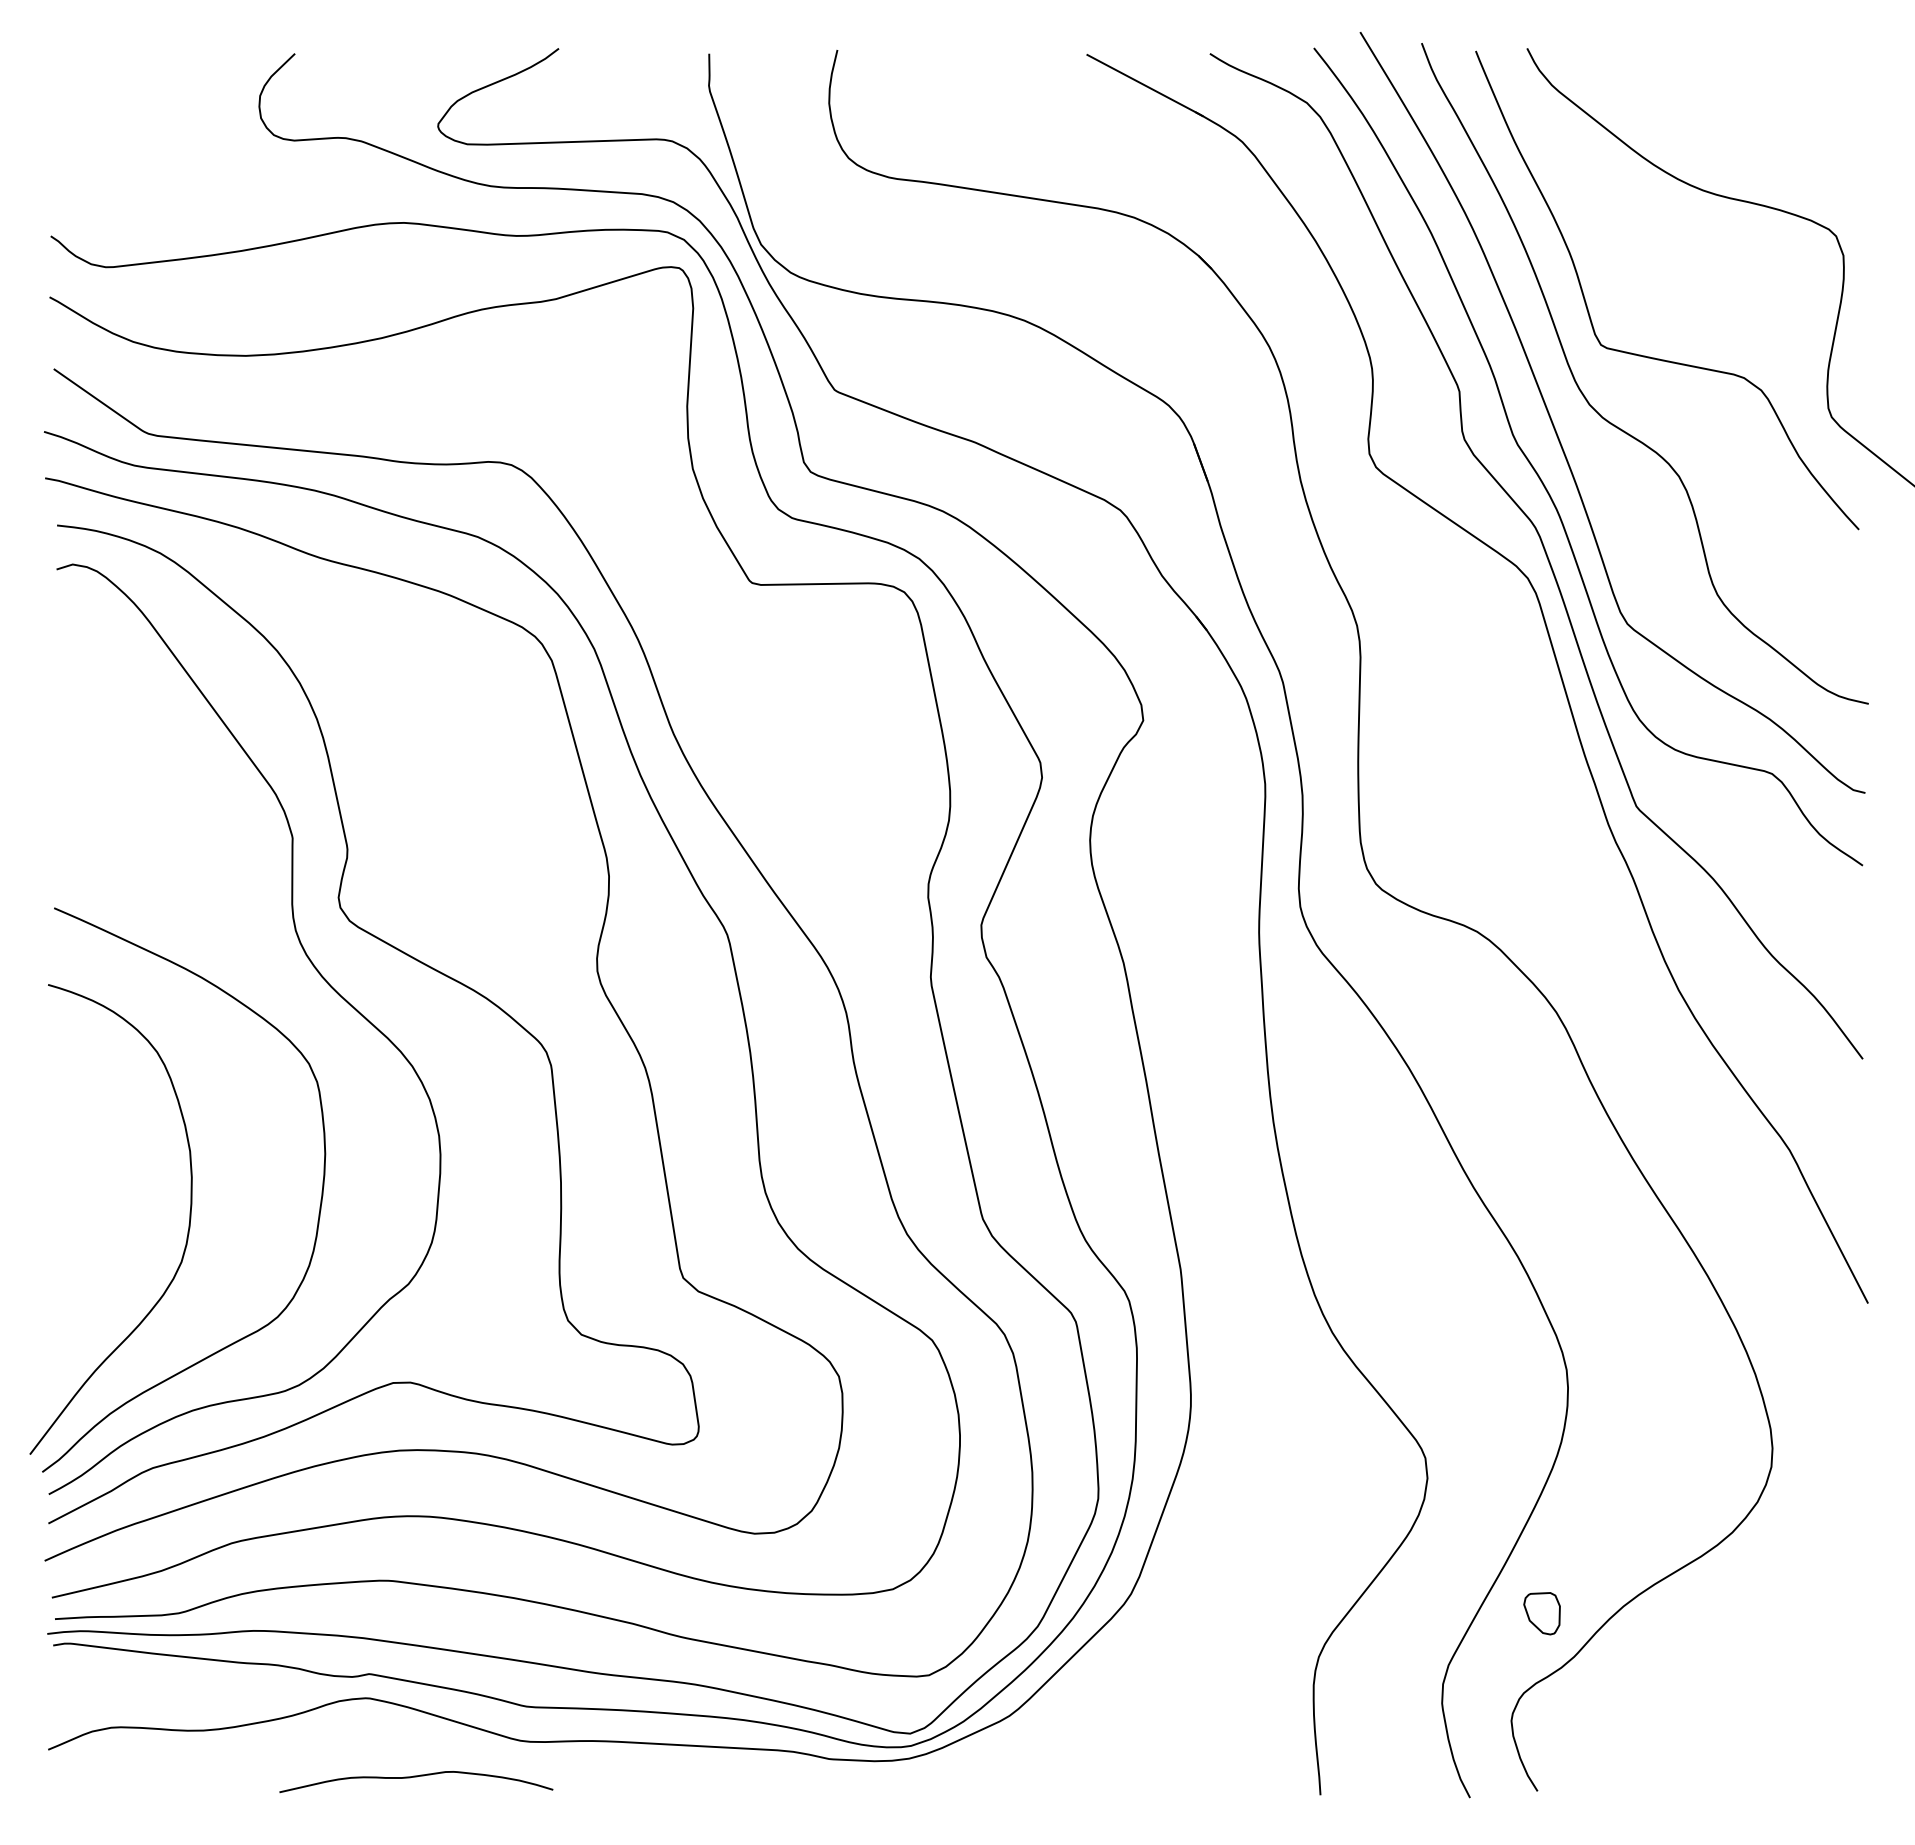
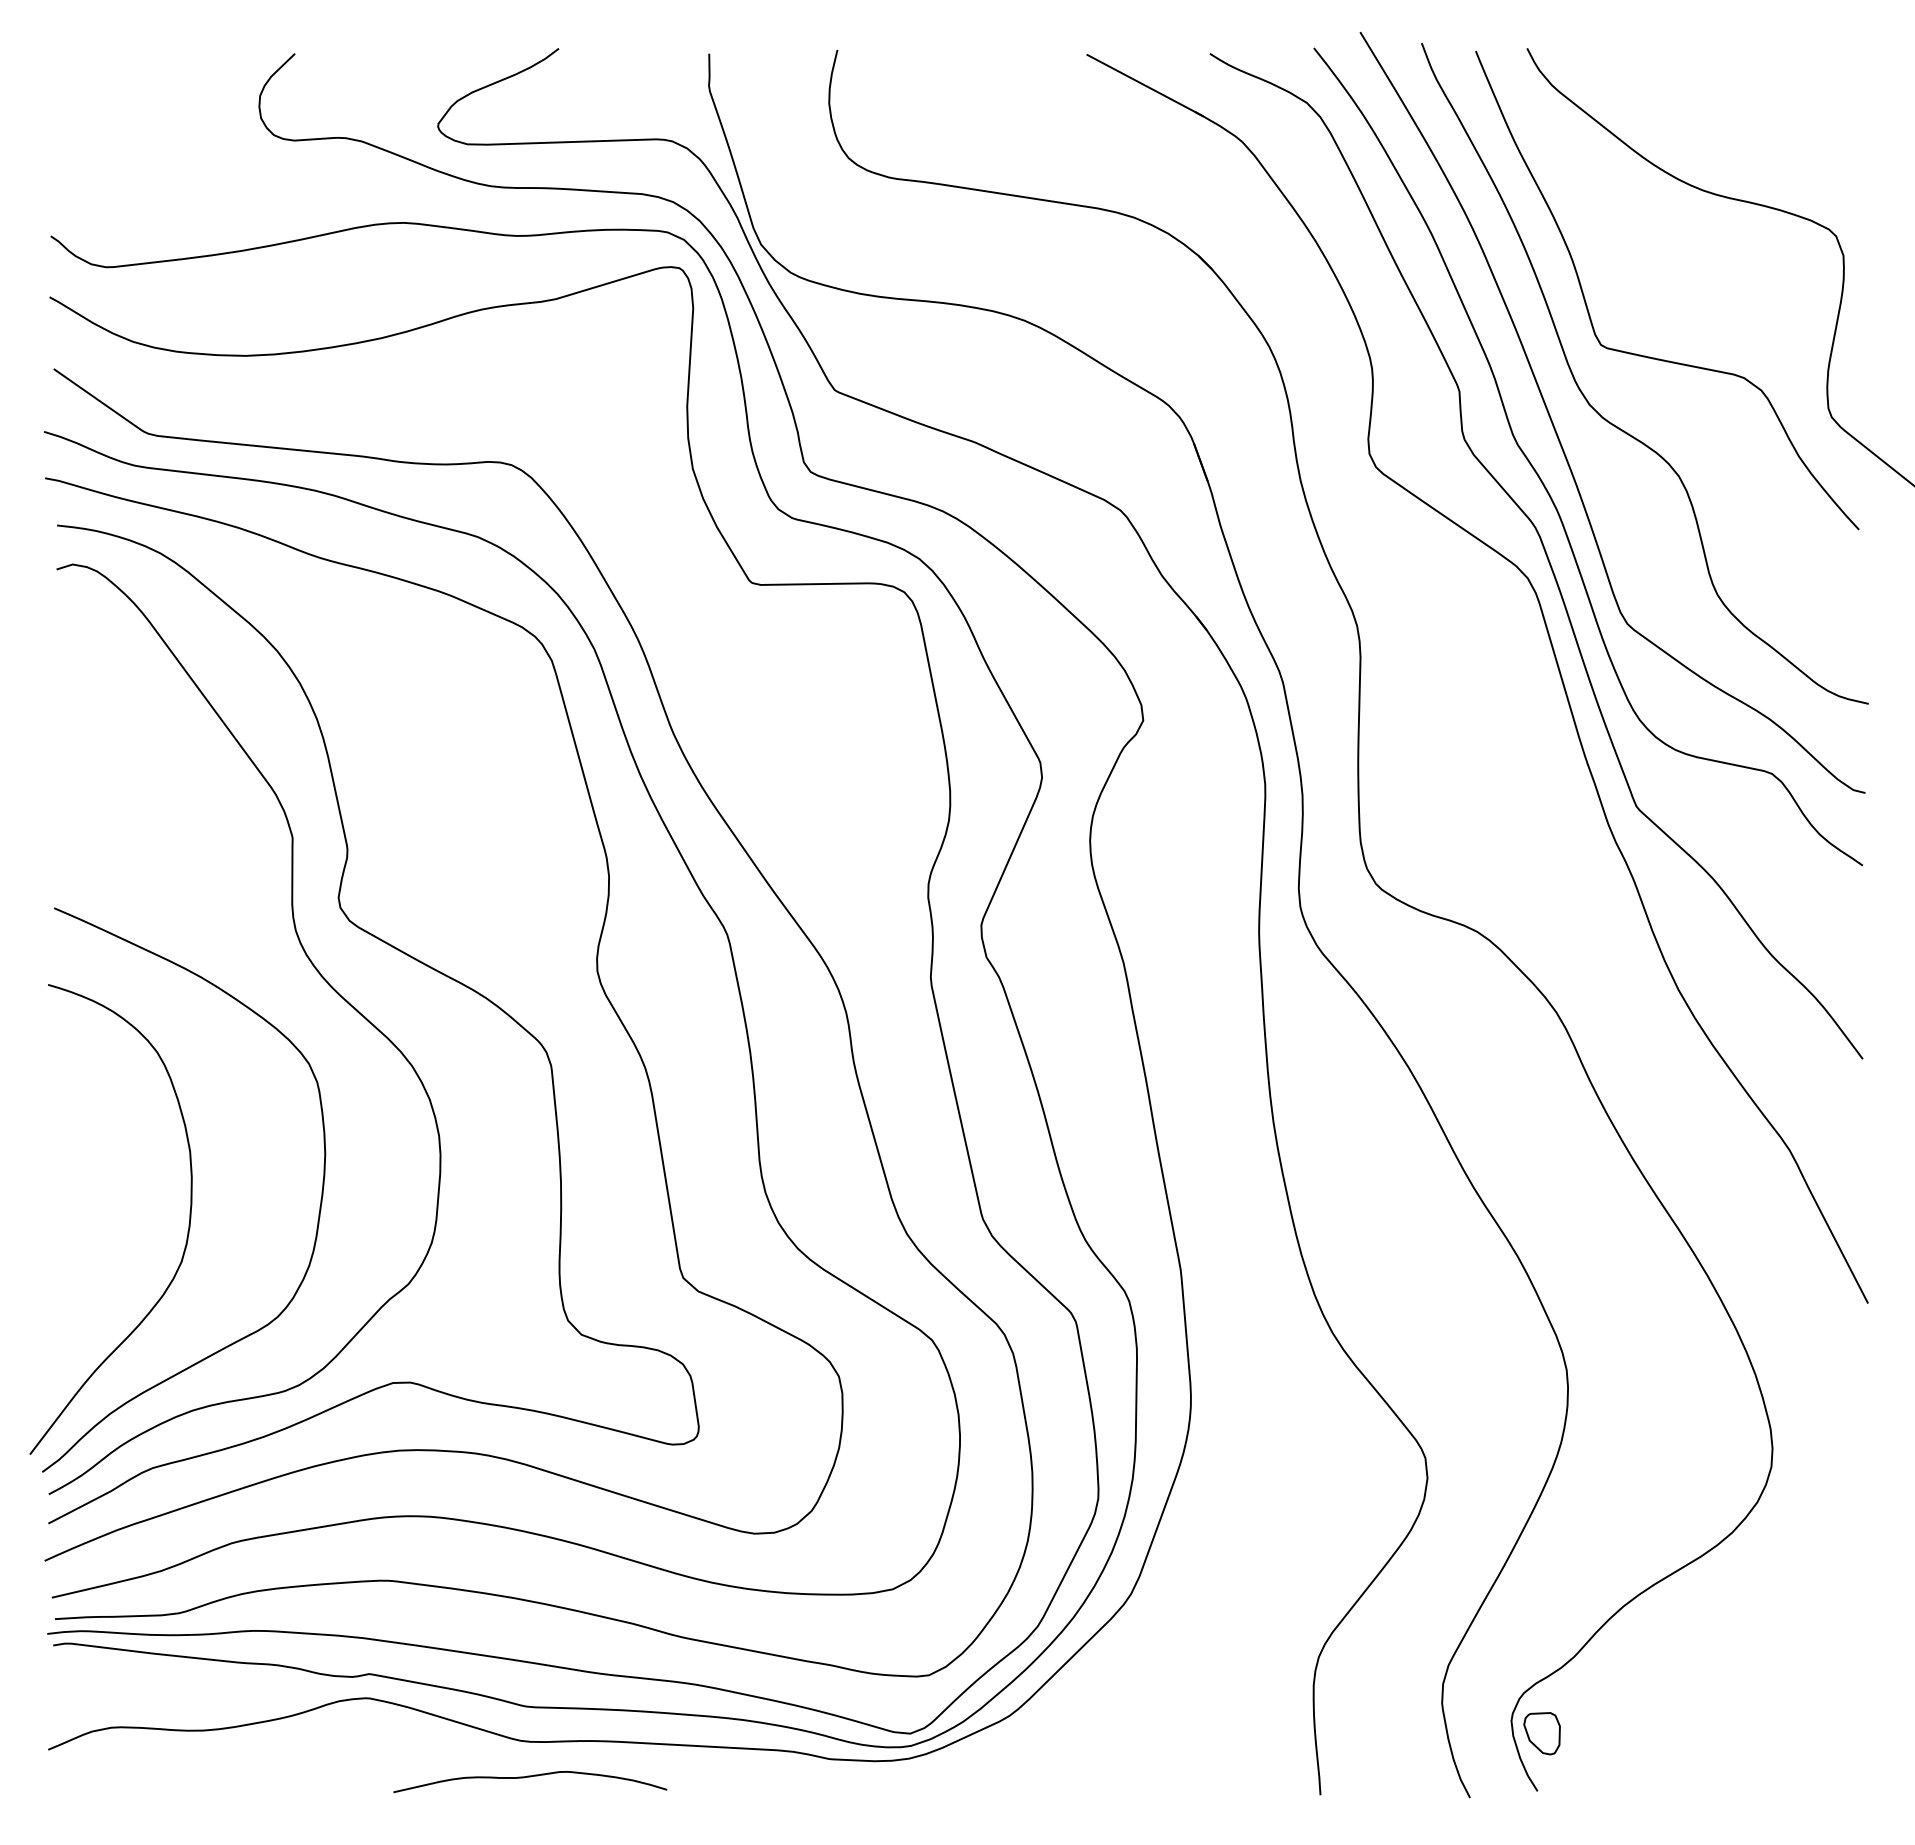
part at (1541, 1613) position: (1541, 1613) -> (1541, 1733)
curve at (416, 1777) position: (416, 1777) -> (530, 1777)
